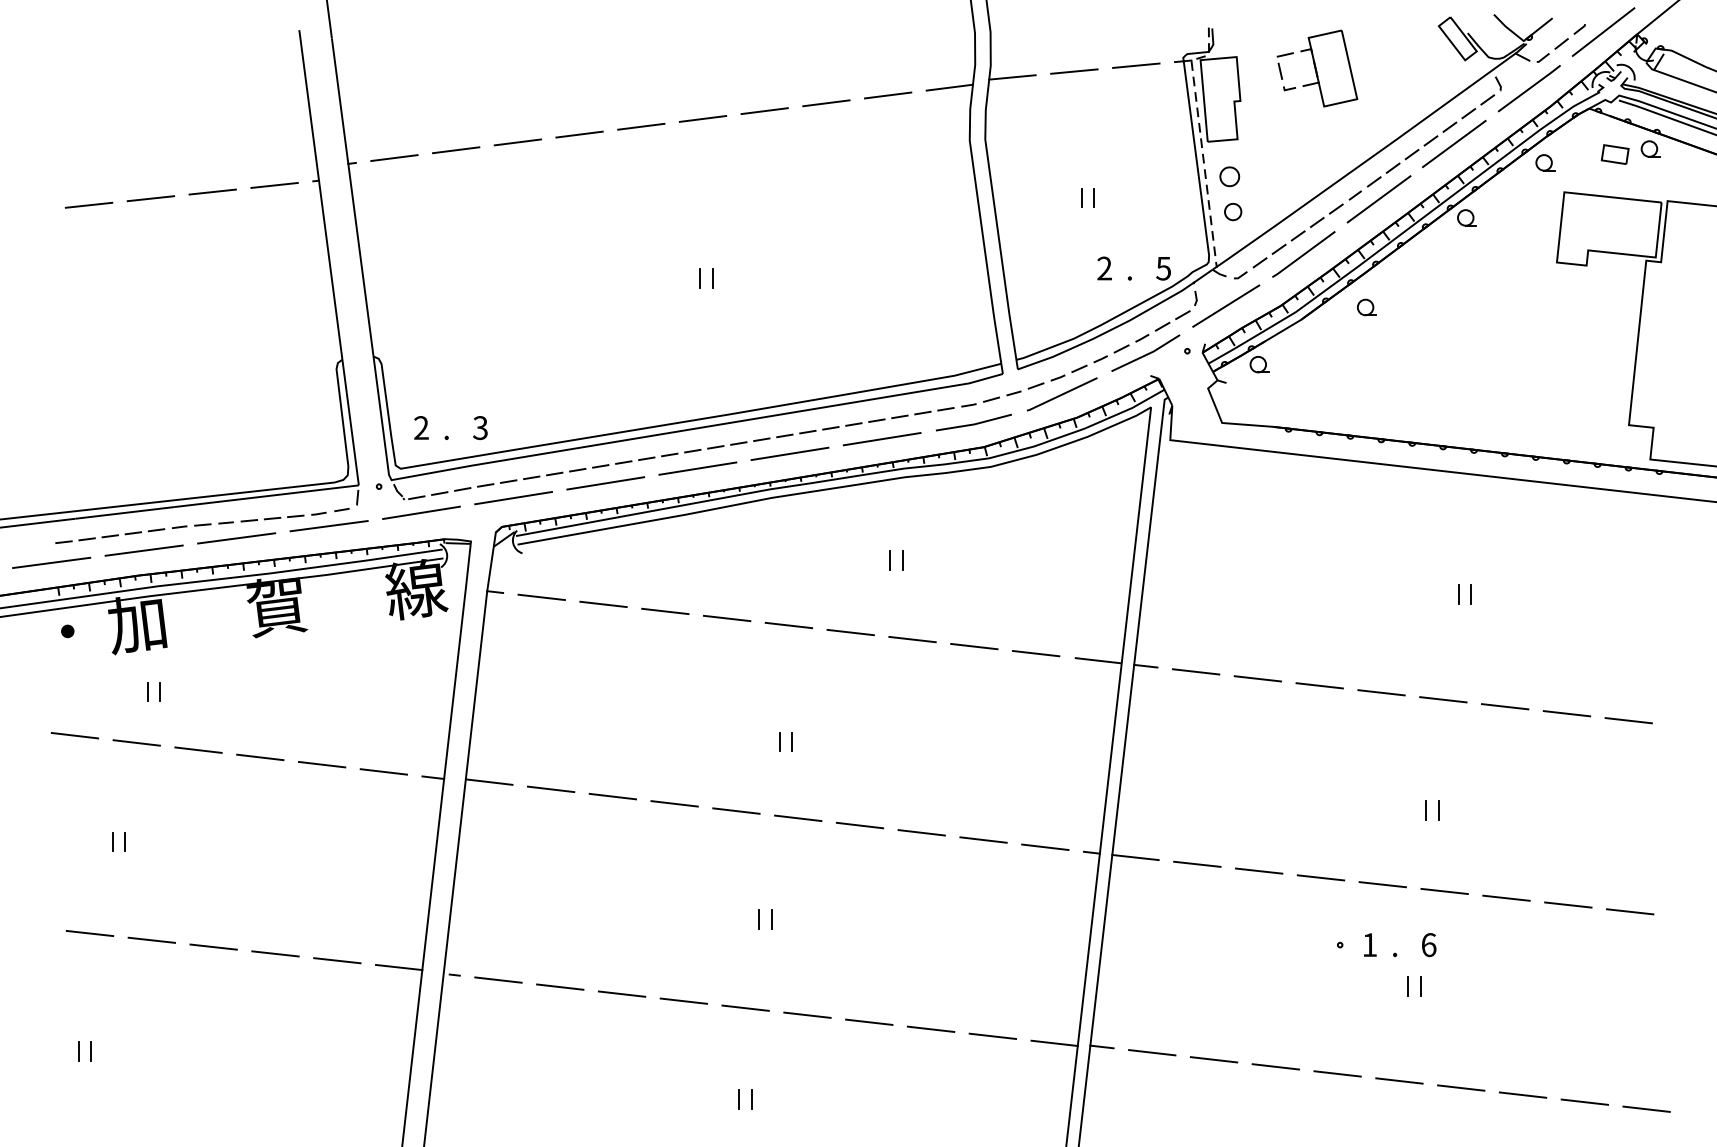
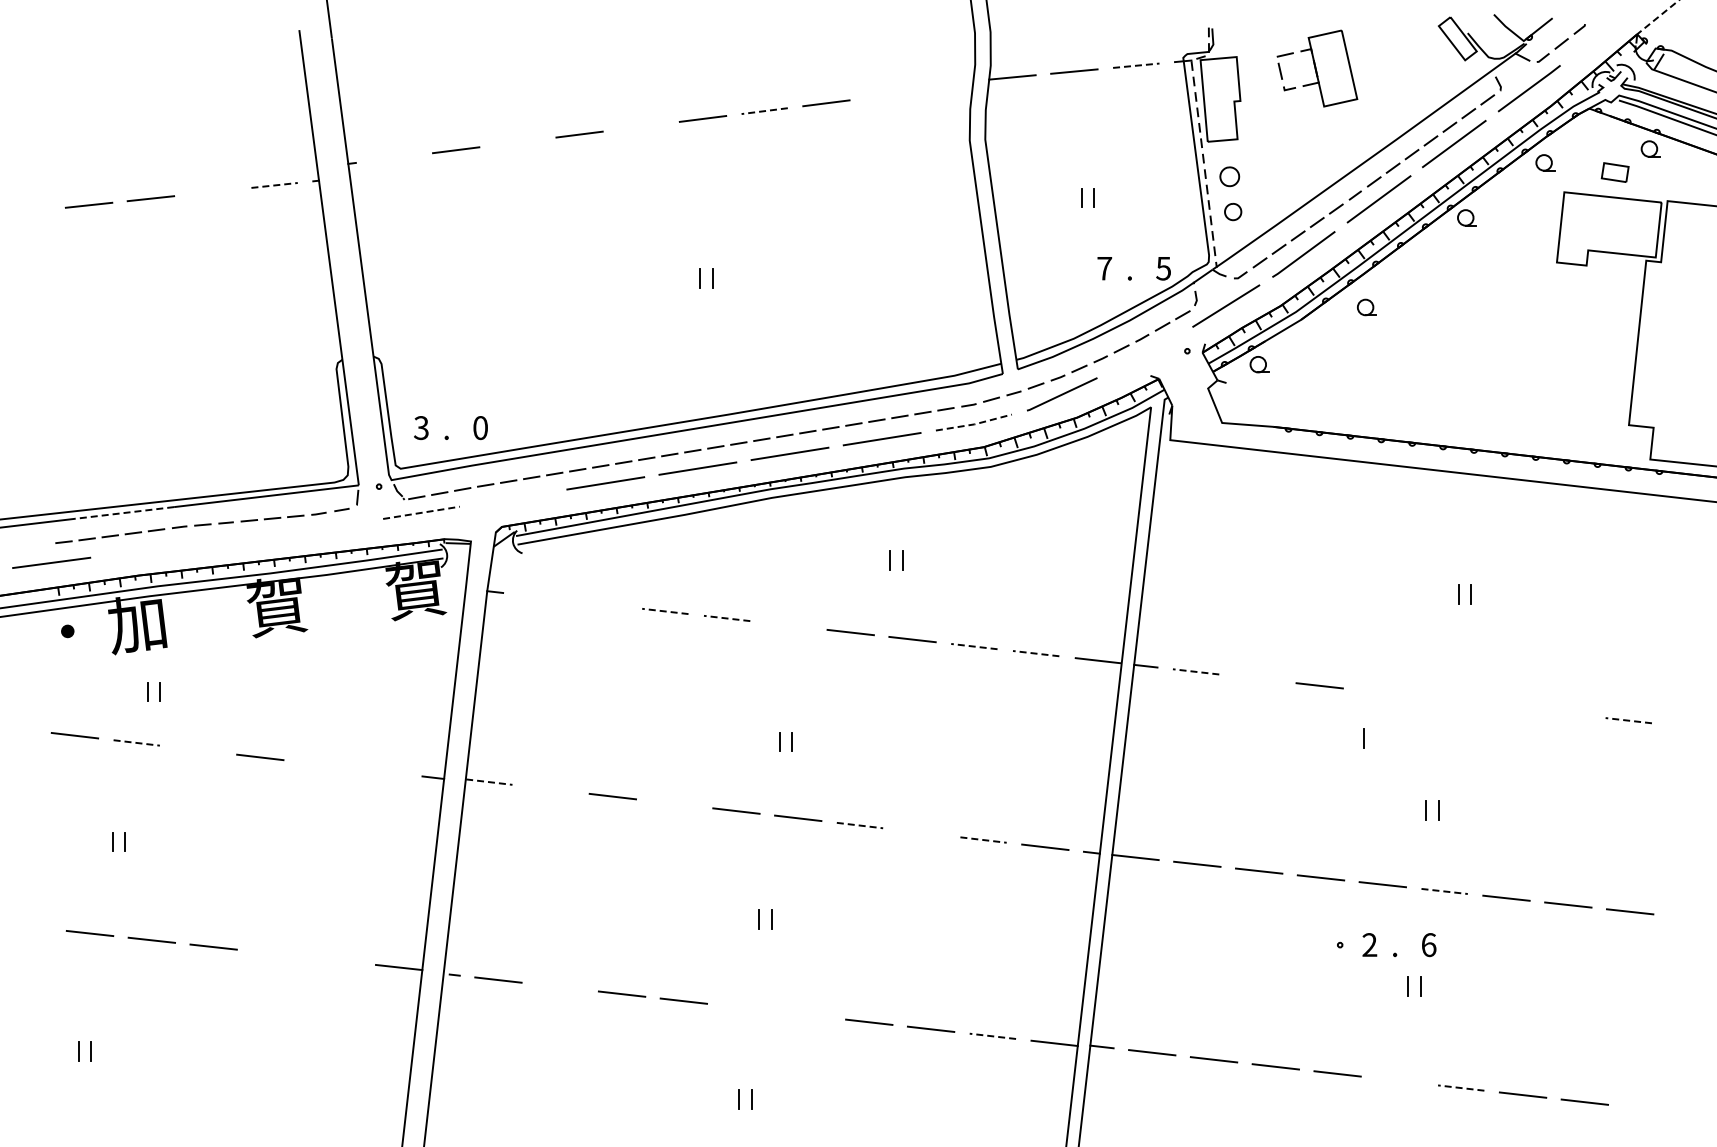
line at (1658, 17): solid -> dashed
line at (1603, 31): present -> none
line at (1136, 65): solid -> dashed
line at (949, 87): present -> none
line at (887, 95): present -> none
line at (764, 111): solid -> dashed
line at (641, 126): present -> none
line at (517, 142): present -> none
part at (1614, 154) position: (1614, 154) -> (1614, 172)
line at (394, 158): present -> none
line at (275, 185): solid -> dashed
line at (212, 191): present -> none
text at (1104, 268): 2 -> 7
line at (1146, 353): present -> none
line at (974, 424): solid -> dashed
text at (480, 427): 3 -> 0
text at (421, 428): 2 -> 3
line at (513, 497): present -> none
line at (124, 512): solid -> dashed
line at (421, 512): solid -> dashed
line at (328, 526): present -> none
line at (236, 538): present -> none
line at (143, 550): present -> none
text at (416, 590): 線 -> 賀
line at (541, 597): present -> none
line at (603, 604): present -> none
line at (664, 611): solid -> dashed
line at (726, 618): solid -> dashed
line at (788, 625): present -> none
line at (973, 646): solid -> dashed
line at (1035, 653): solid -> dashed
line at (1195, 671): solid -> dashed
line at (1257, 678): present -> none
line at (1381, 692): present -> none
line at (1443, 699): present -> none
line at (1504, 706): present -> none
line at (1566, 713): present -> none
line at (1628, 720): solid -> dashed
line at (1363, 738): none -> present
line at (137, 743): solid -> dashed
line at (198, 749): present -> none
line at (321, 764): present -> none
line at (383, 771): present -> none
line at (489, 782): solid -> dashed
line at (550, 789): present -> none
line at (674, 803): present -> none
line at (860, 825): solid -> dashed
line at (921, 832): present -> none
line at (984, 840): solid -> dashed
line at (1445, 891): solid -> dashed
text at (1369, 944): 1 -> 2
line at (275, 953): present -> none
line at (337, 960): present -> none
line at (560, 986): present -> none
line at (745, 1007): present -> none
line at (807, 1014): present -> none
line at (992, 1036): solid -> dashed
line at (1399, 1080): present -> none
line at (1460, 1088): solid -> dashed
line at (1646, 1108): present -> none
